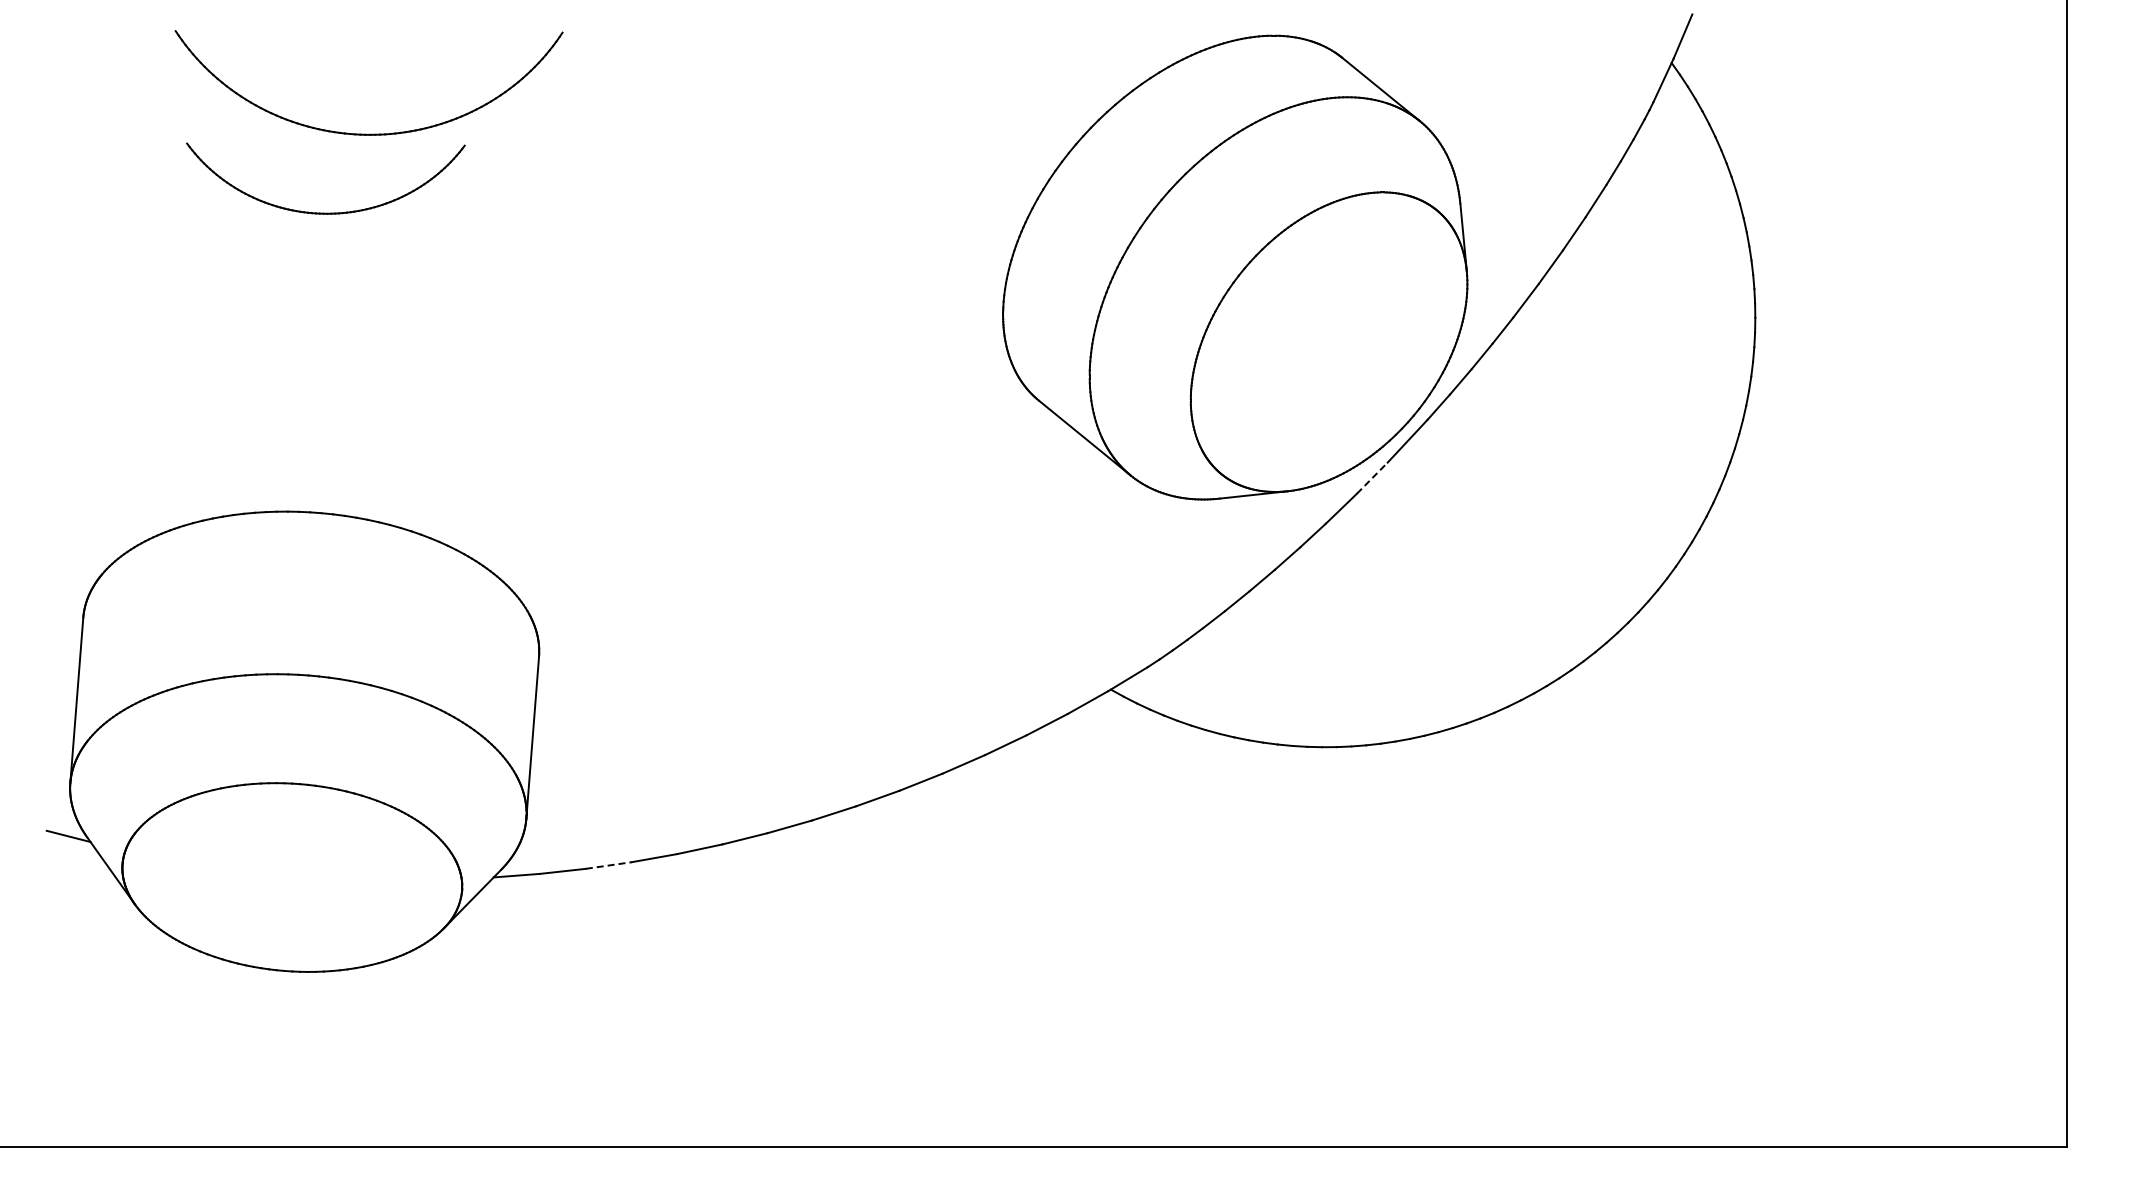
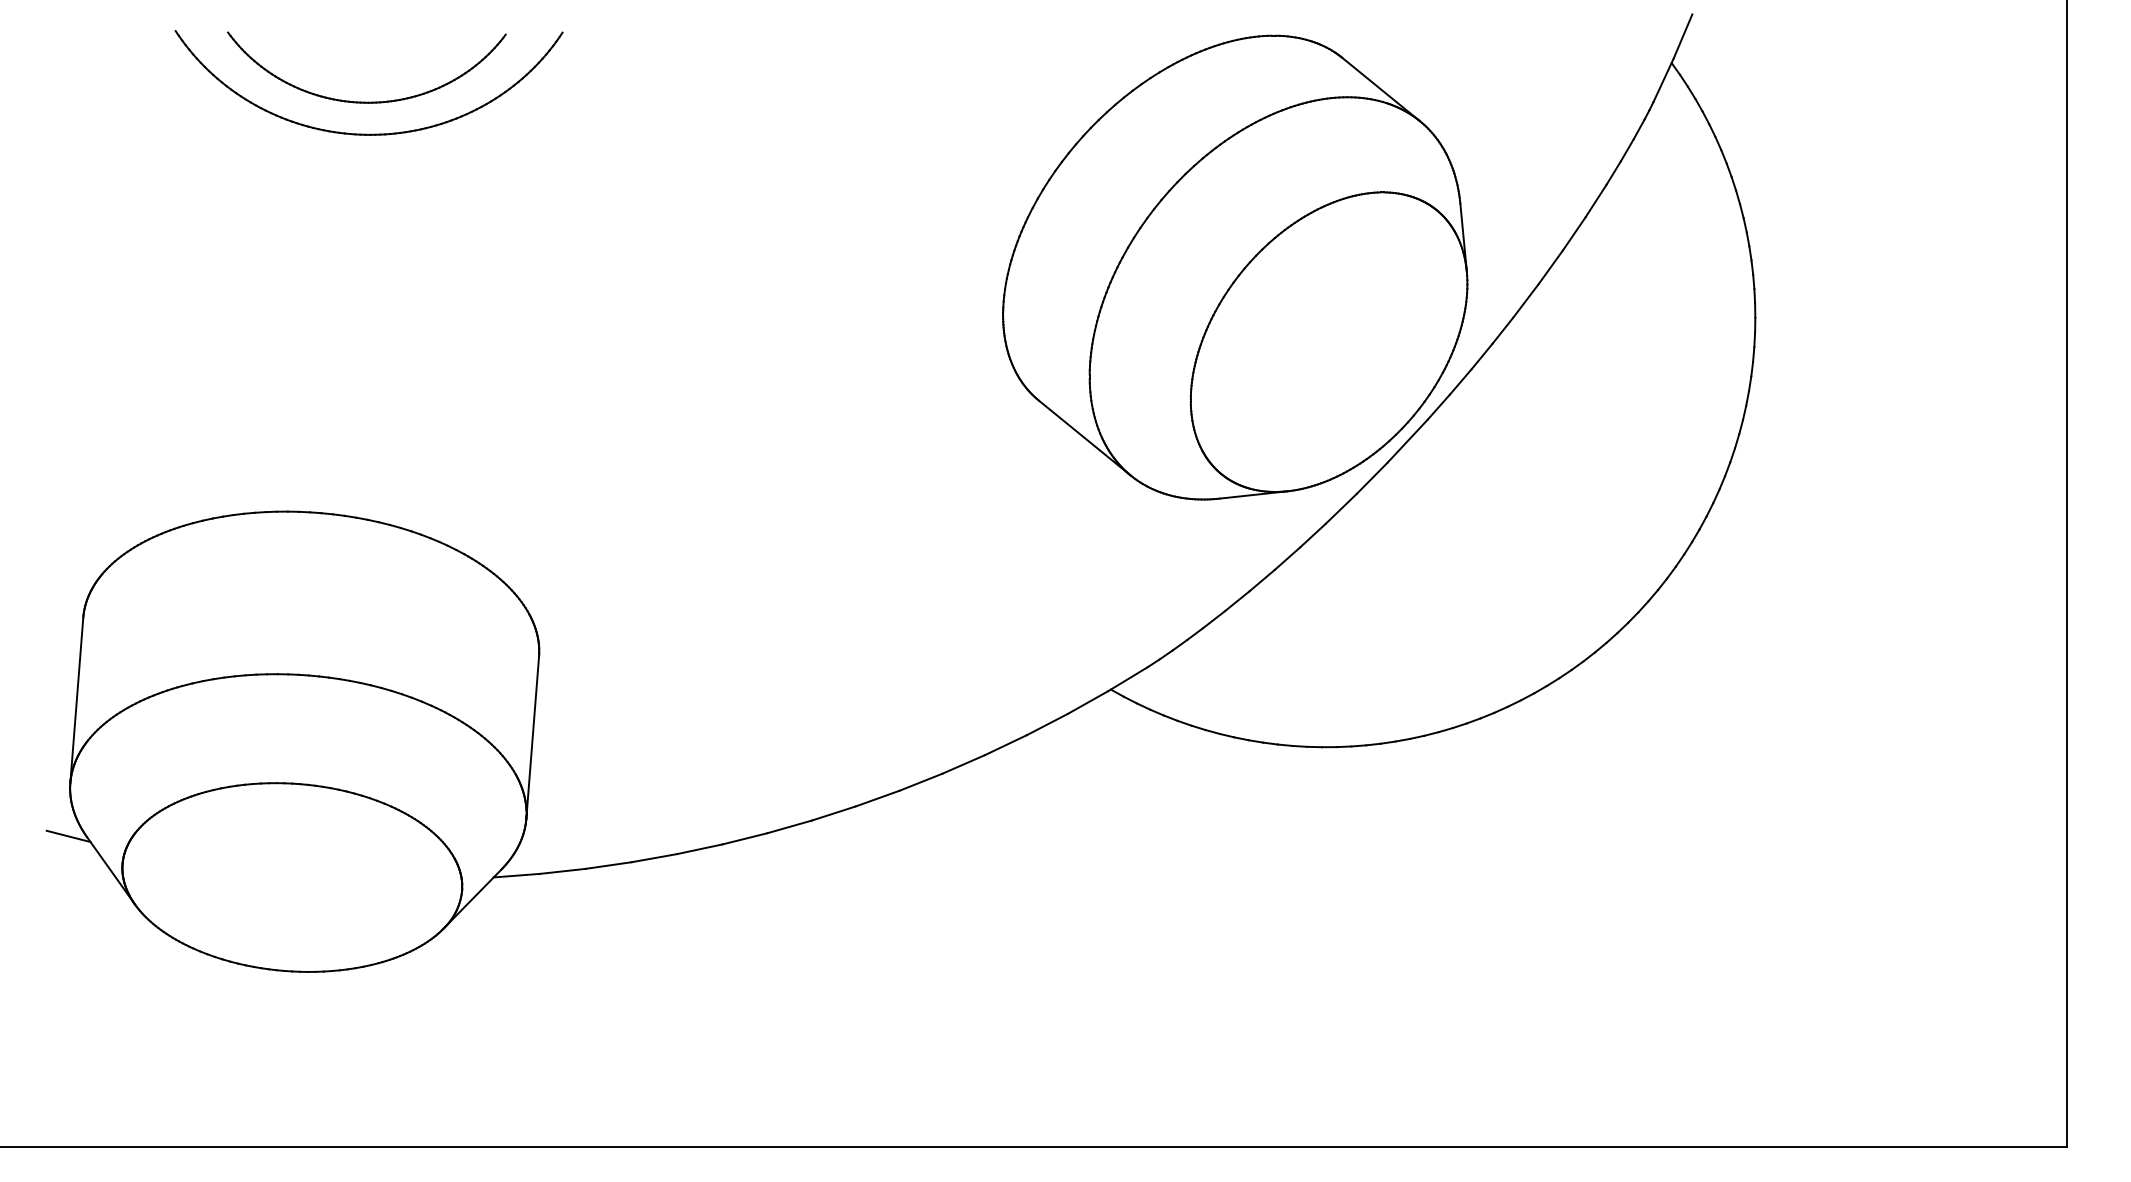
part at (325, 212) position: (325, 212) -> (366, 101)
line at (1372, 478): dashed -> solid
line at (609, 865): dashed -> solid
